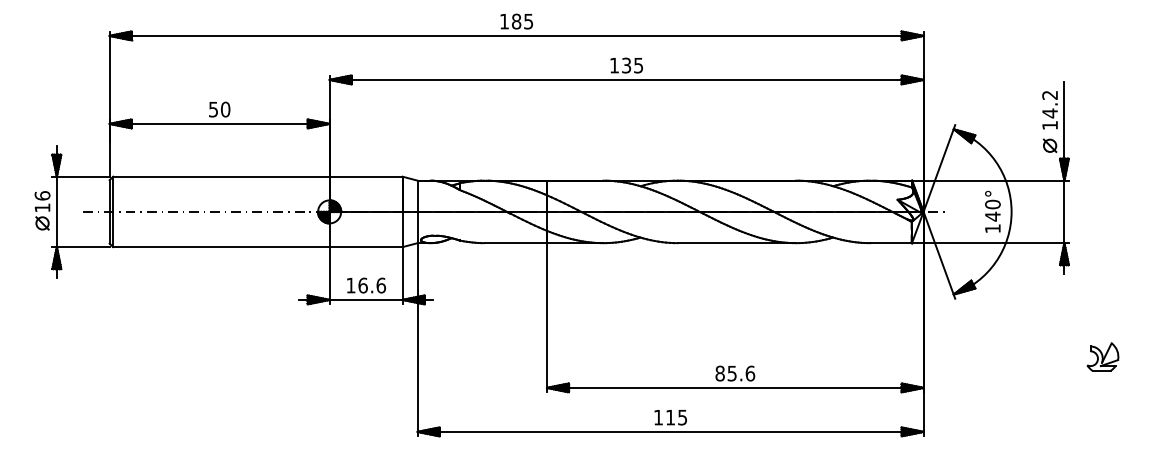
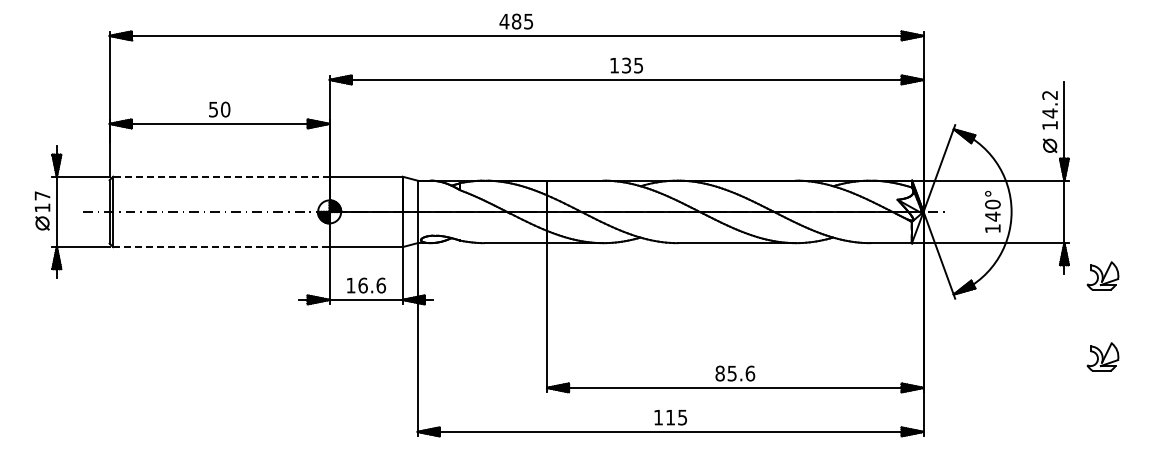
text at (504, 21): 185 -> 485
line at (220, 176): solid -> dashed
text at (42, 195): 16 -> 17
line at (221, 247): solid -> dashed
part at (1102, 275): none -> present
